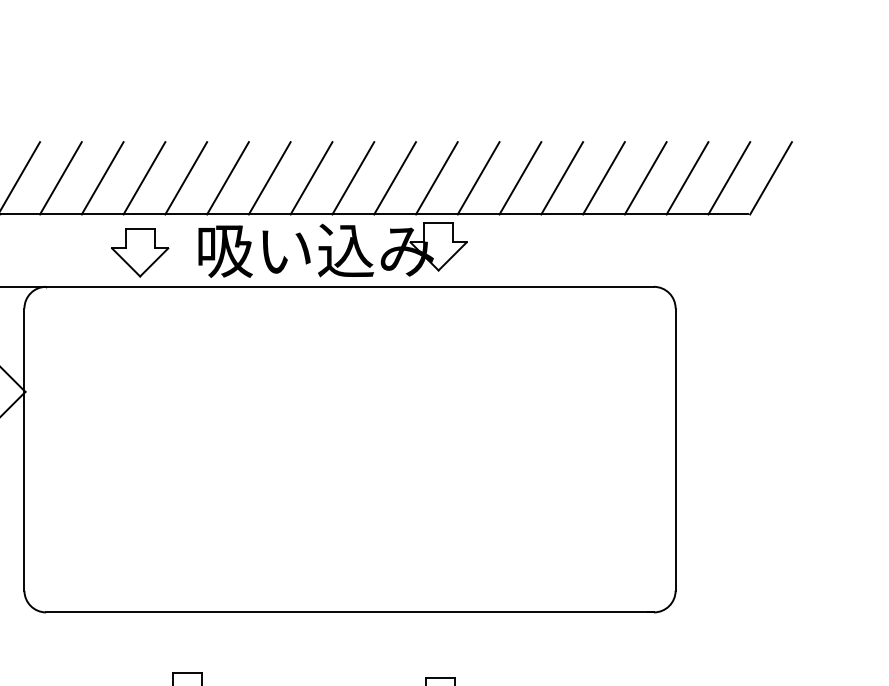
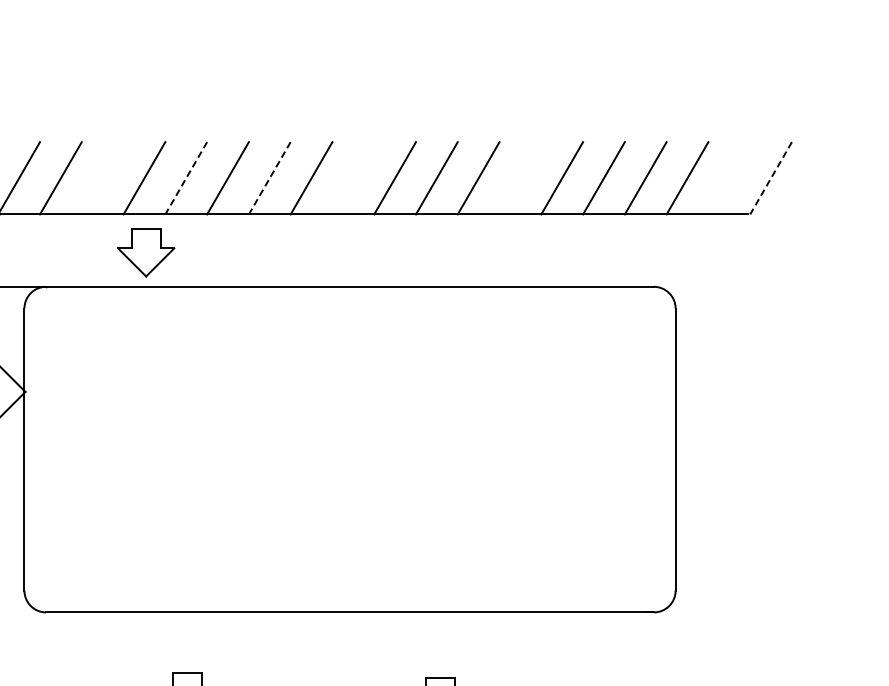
line at (102, 178): present -> none
line at (186, 178): solid -> dashed
line at (269, 178): solid -> dashed
line at (353, 178): present -> none
line at (520, 178): present -> none
line at (729, 178): present -> none
line at (771, 178): solid -> dashed
part at (332, 249): present -> none
part at (140, 252) position: (140, 252) -> (146, 252)
